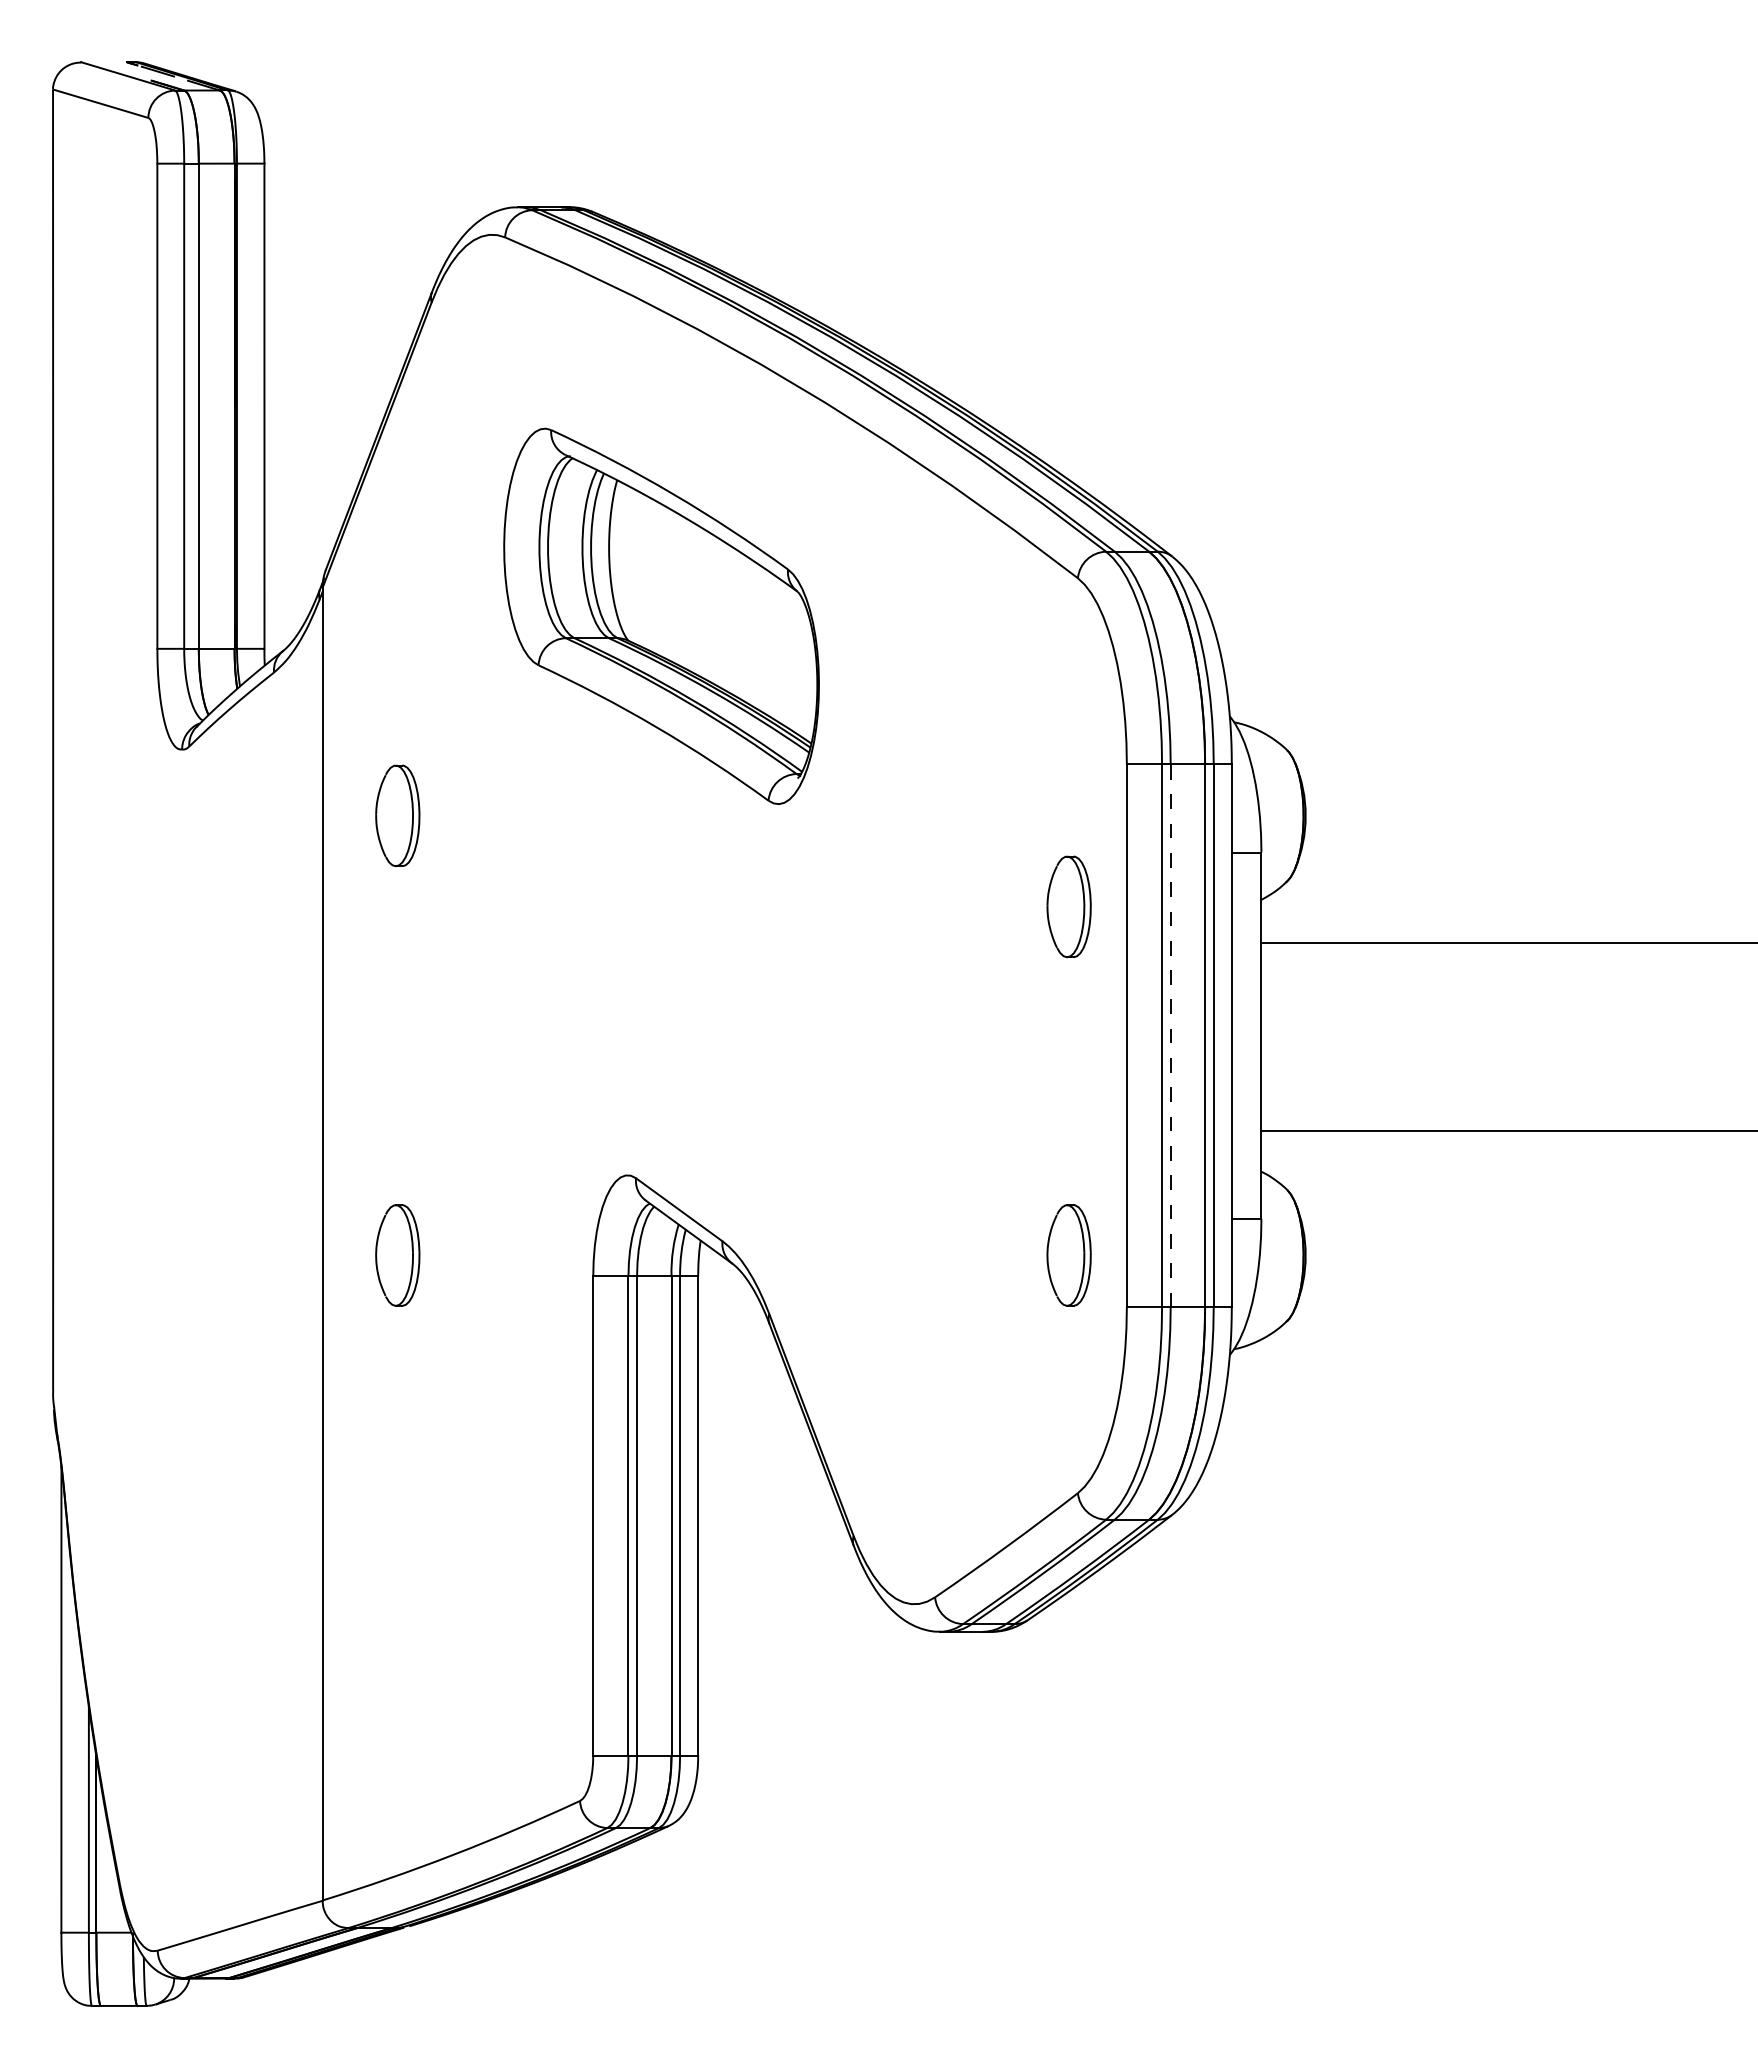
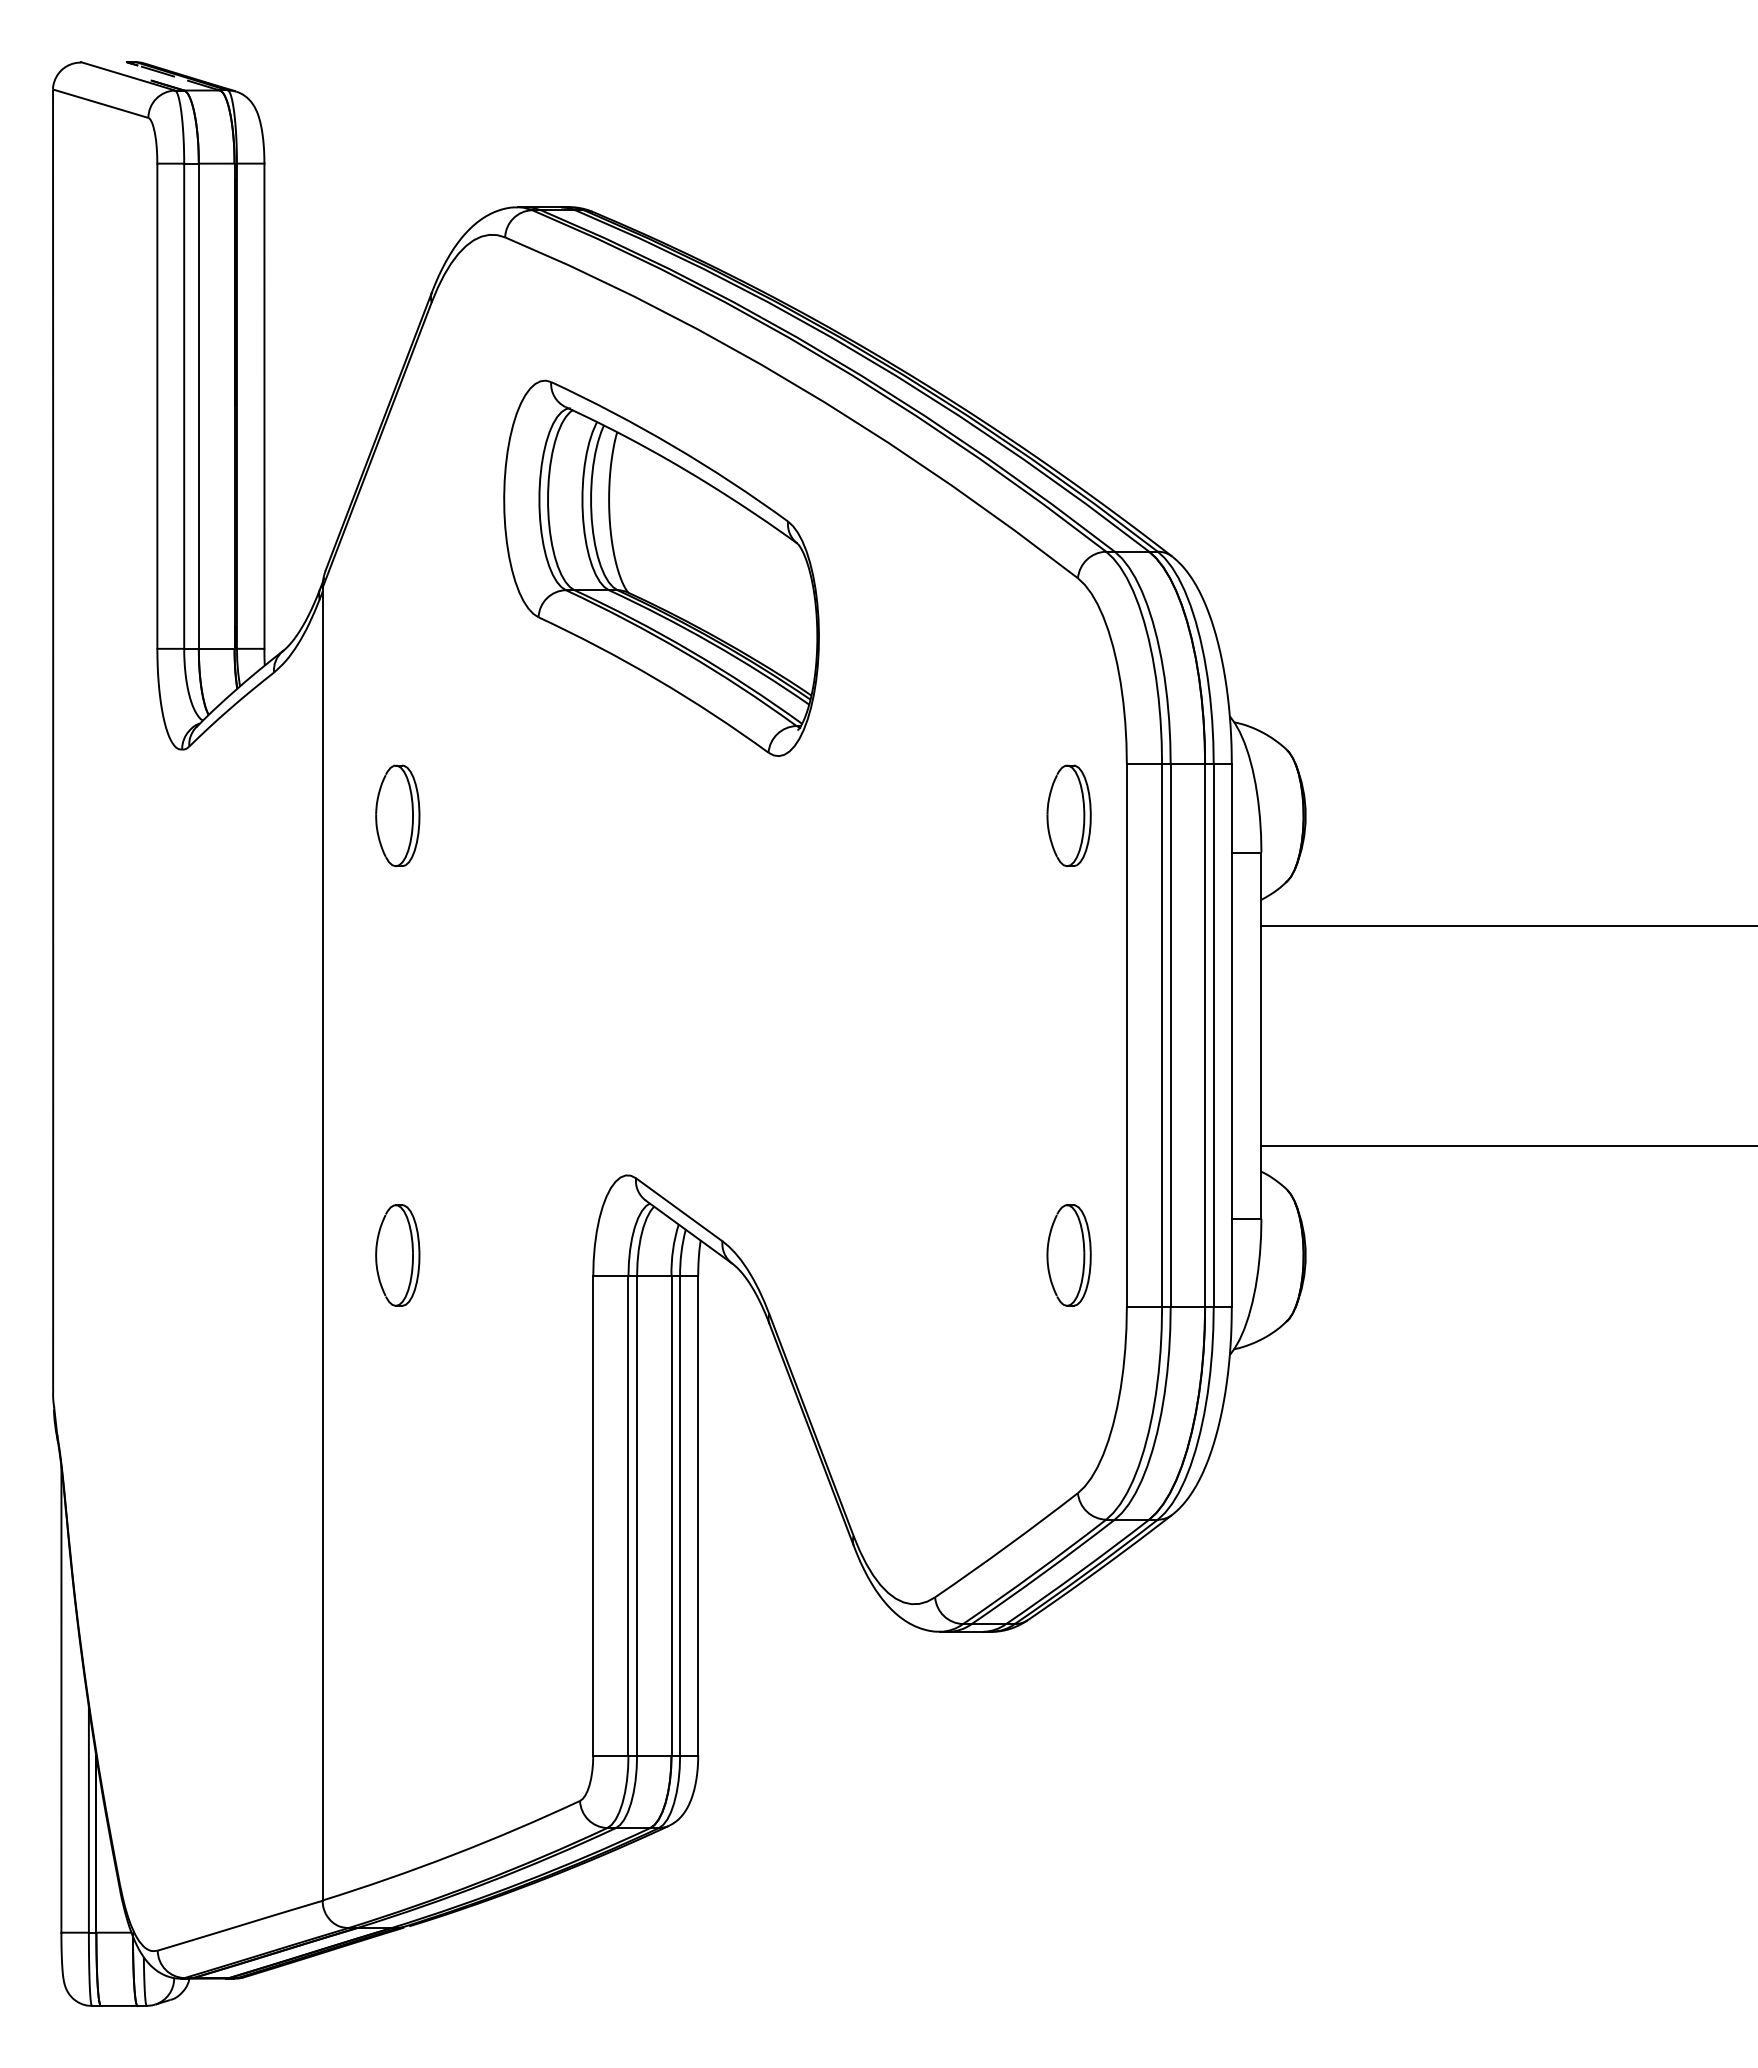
part at (661, 615) position: (661, 615) -> (661, 567)
part at (1068, 906) position: (1068, 906) -> (1068, 815)
line at (1507, 942) position: (1507, 942) -> (1507, 925)
line at (1170, 1035): dashed -> solid
line at (1507, 1130) position: (1507, 1130) -> (1507, 1145)
